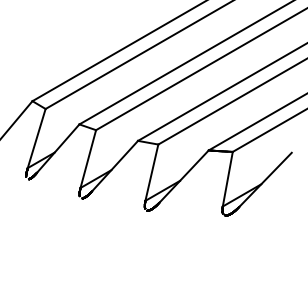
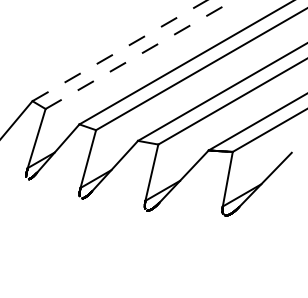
line at (119, 50): solid -> dashed
line at (140, 54): solid -> dashed
